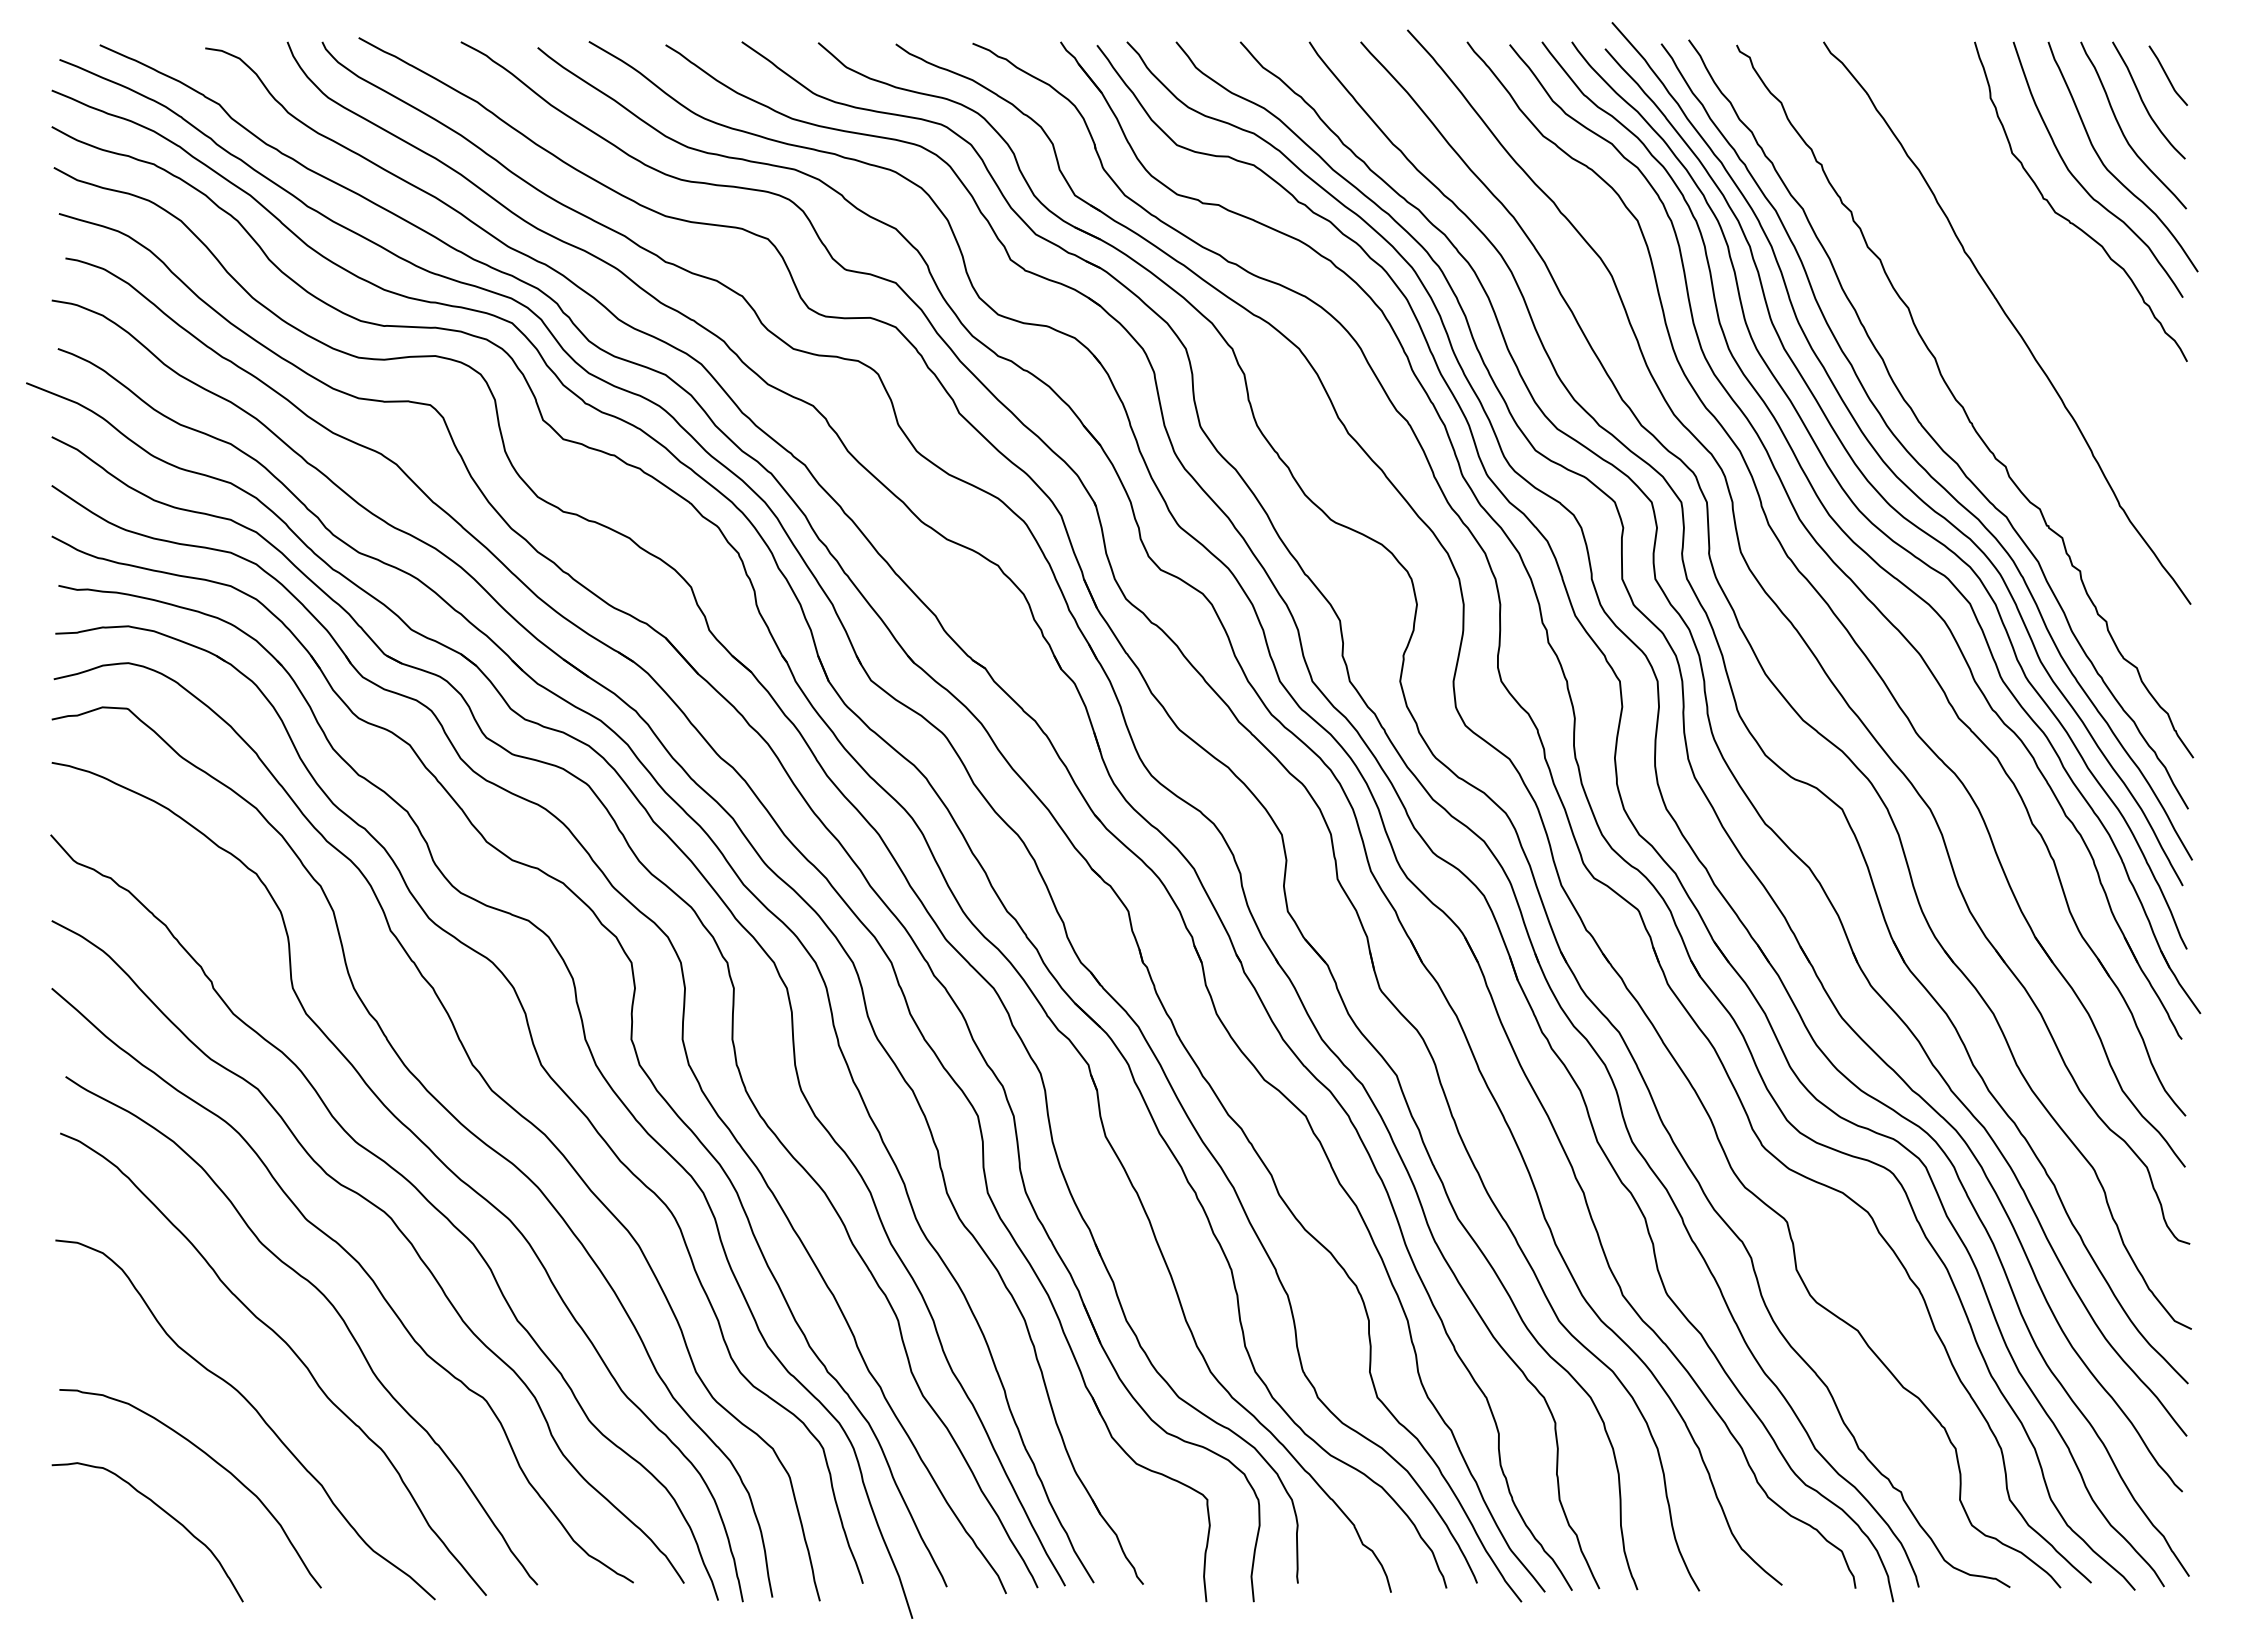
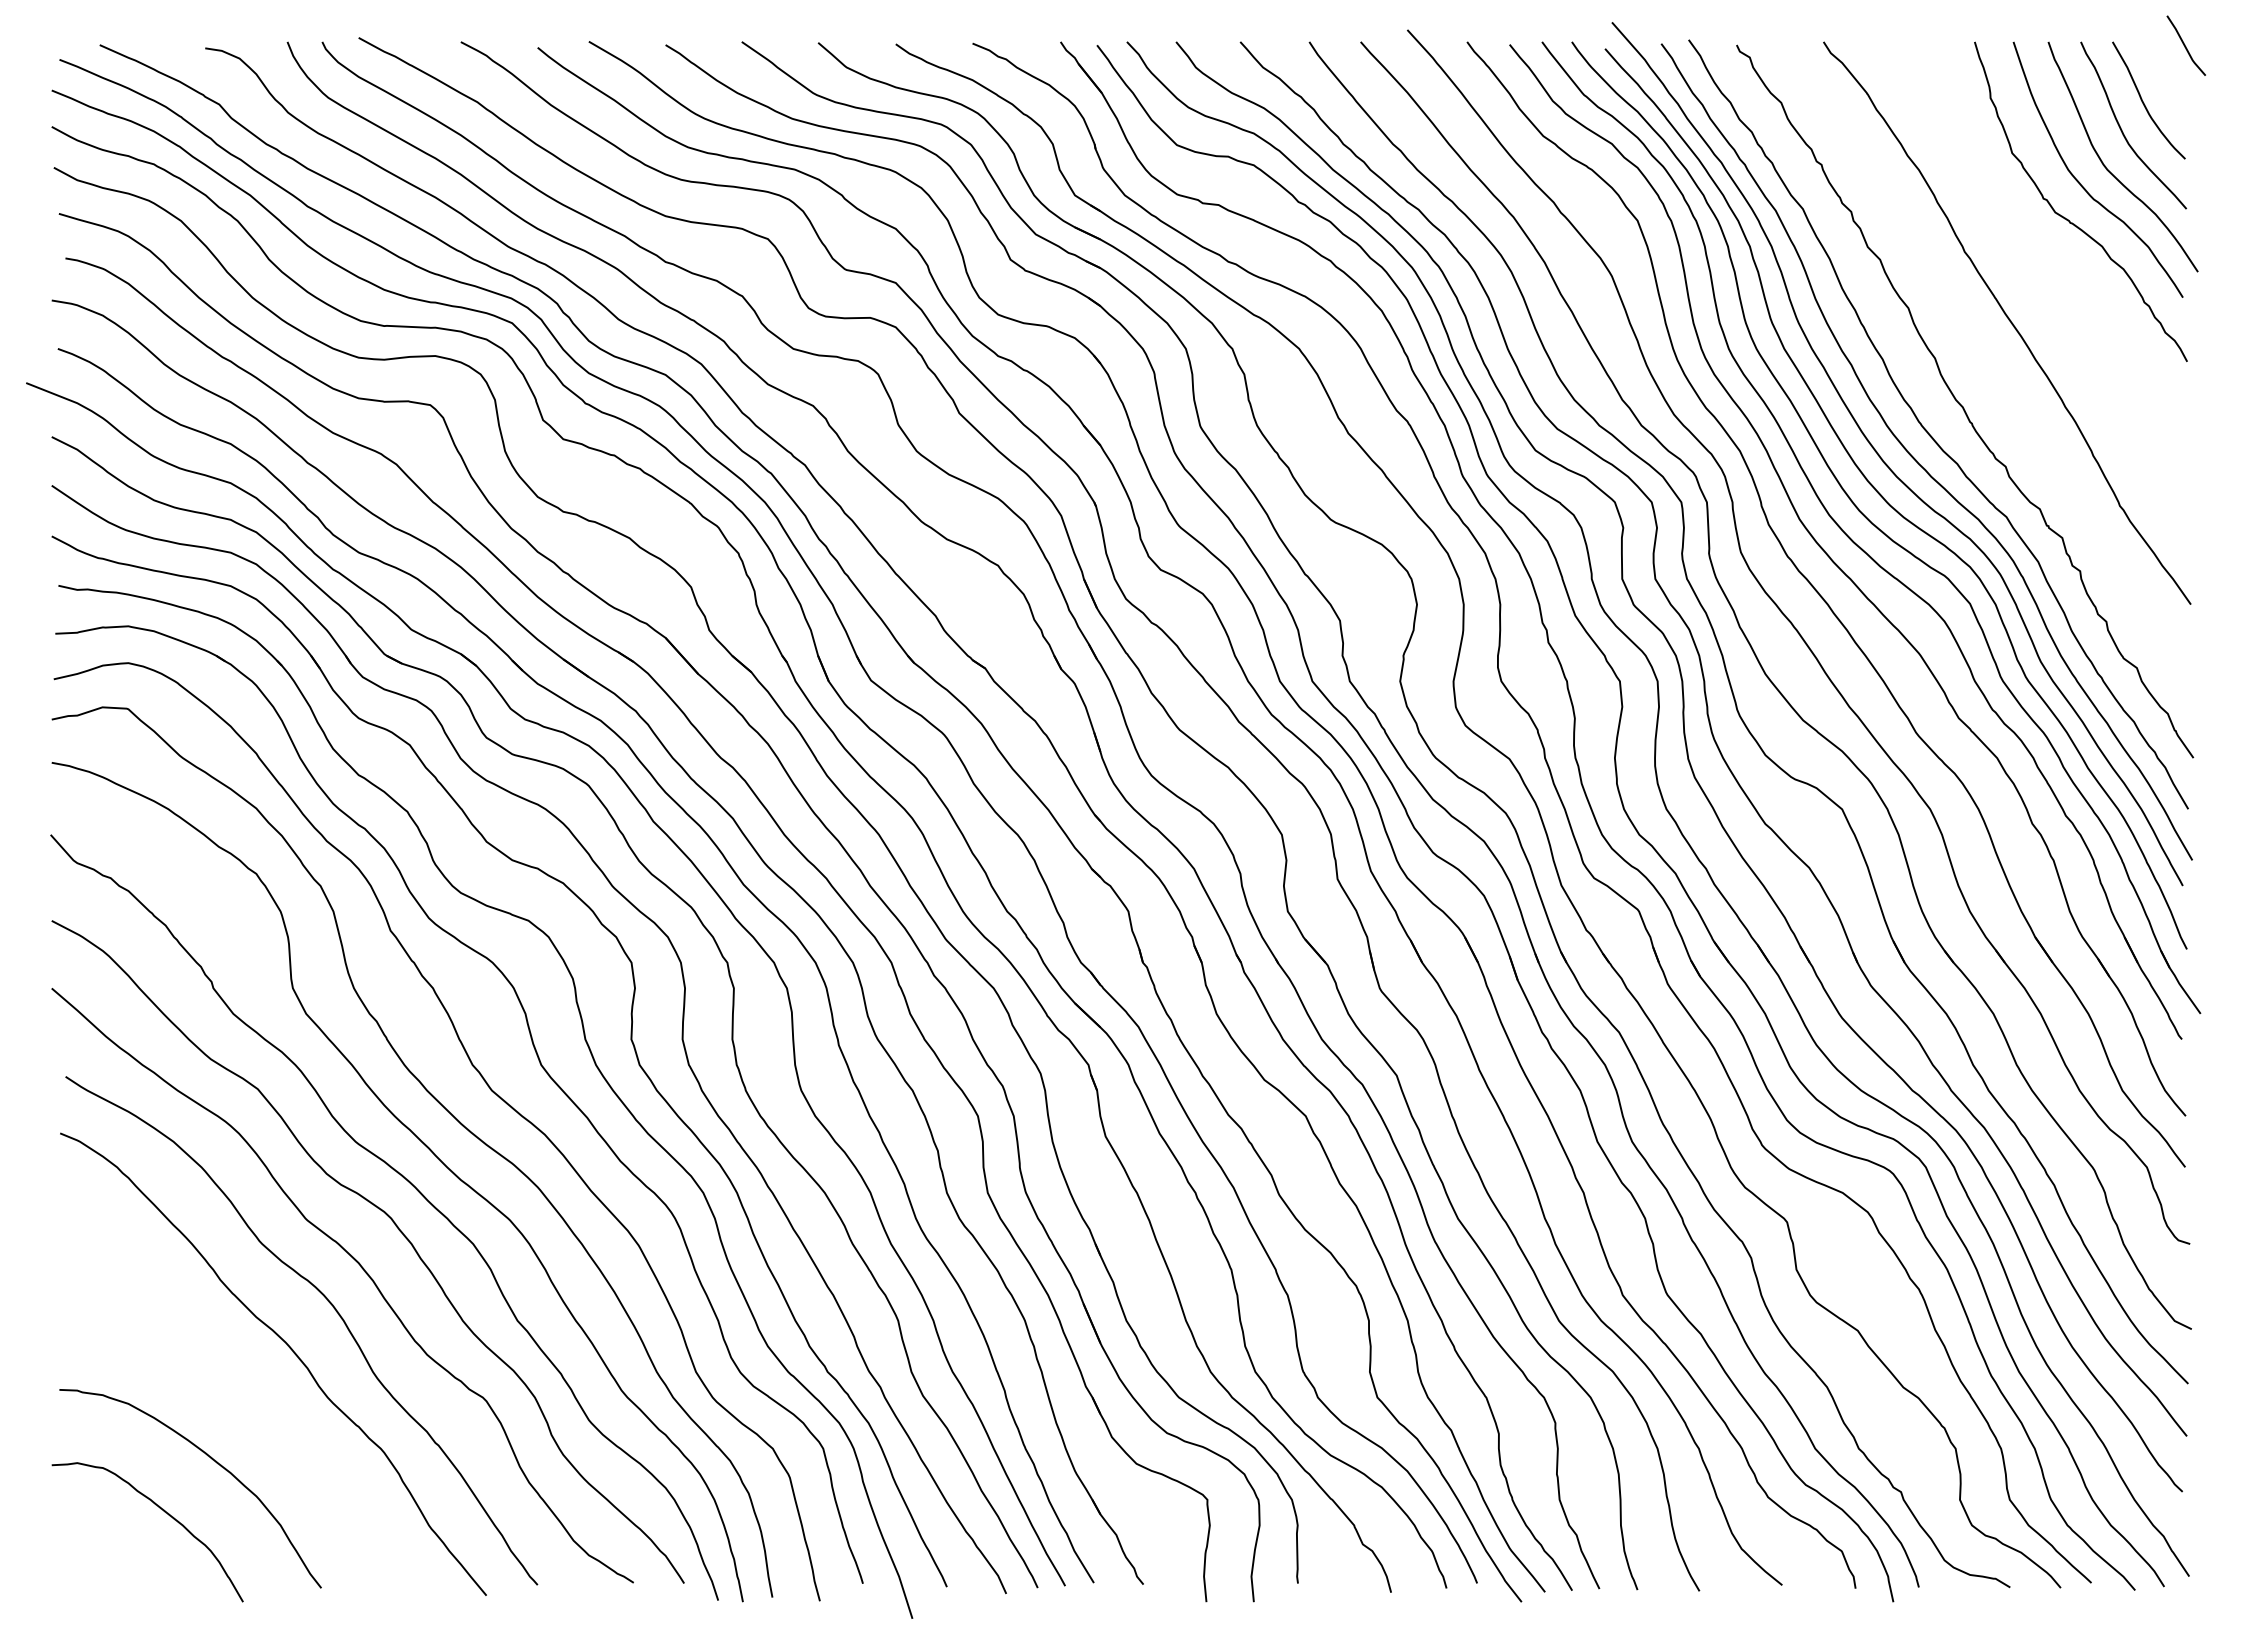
line at (2167, 75) position: (2167, 75) -> (2185, 45)
curve at (256, 1412): present -> none
